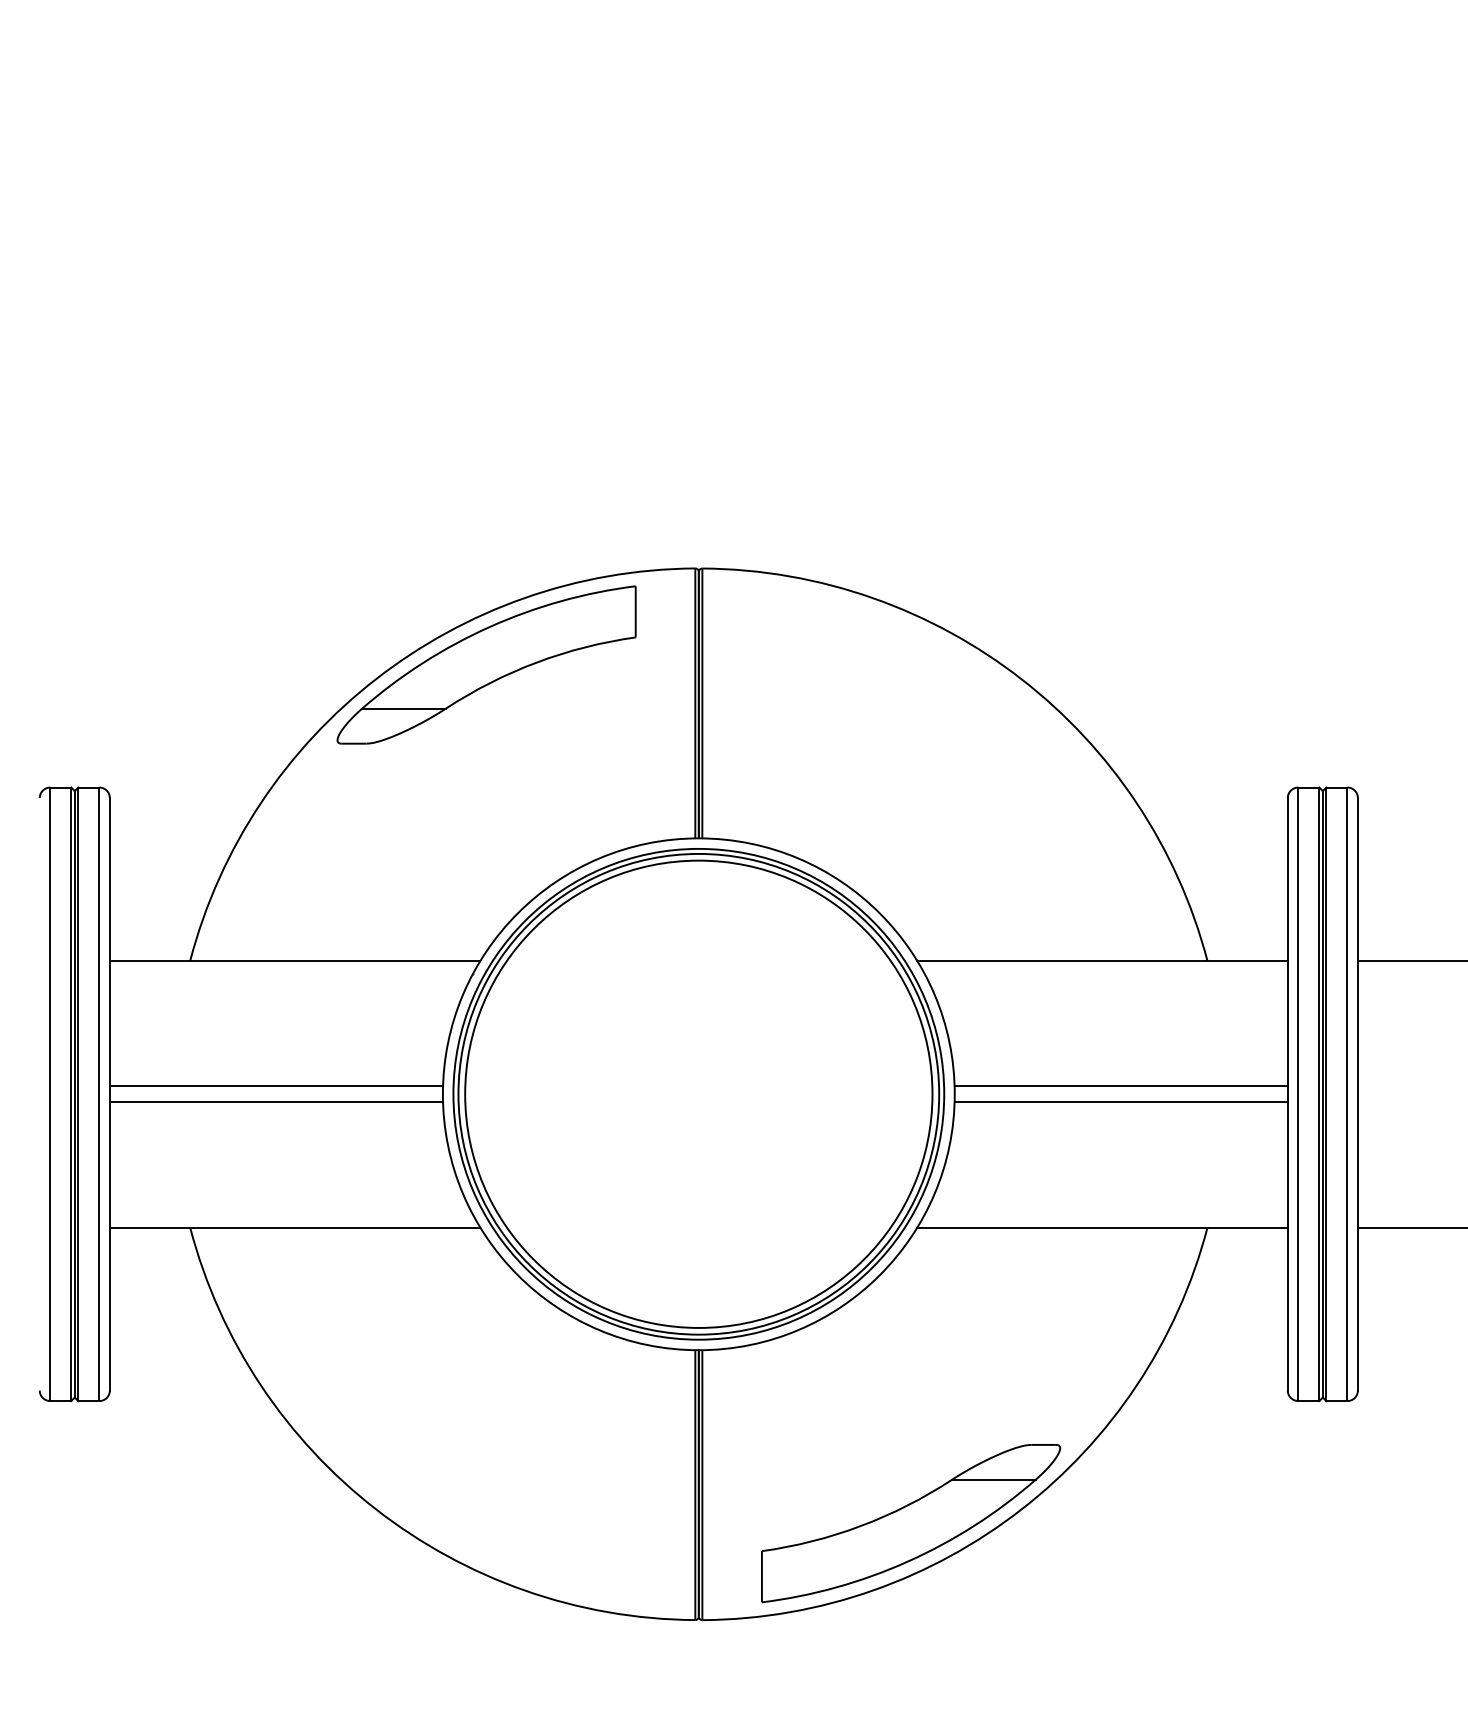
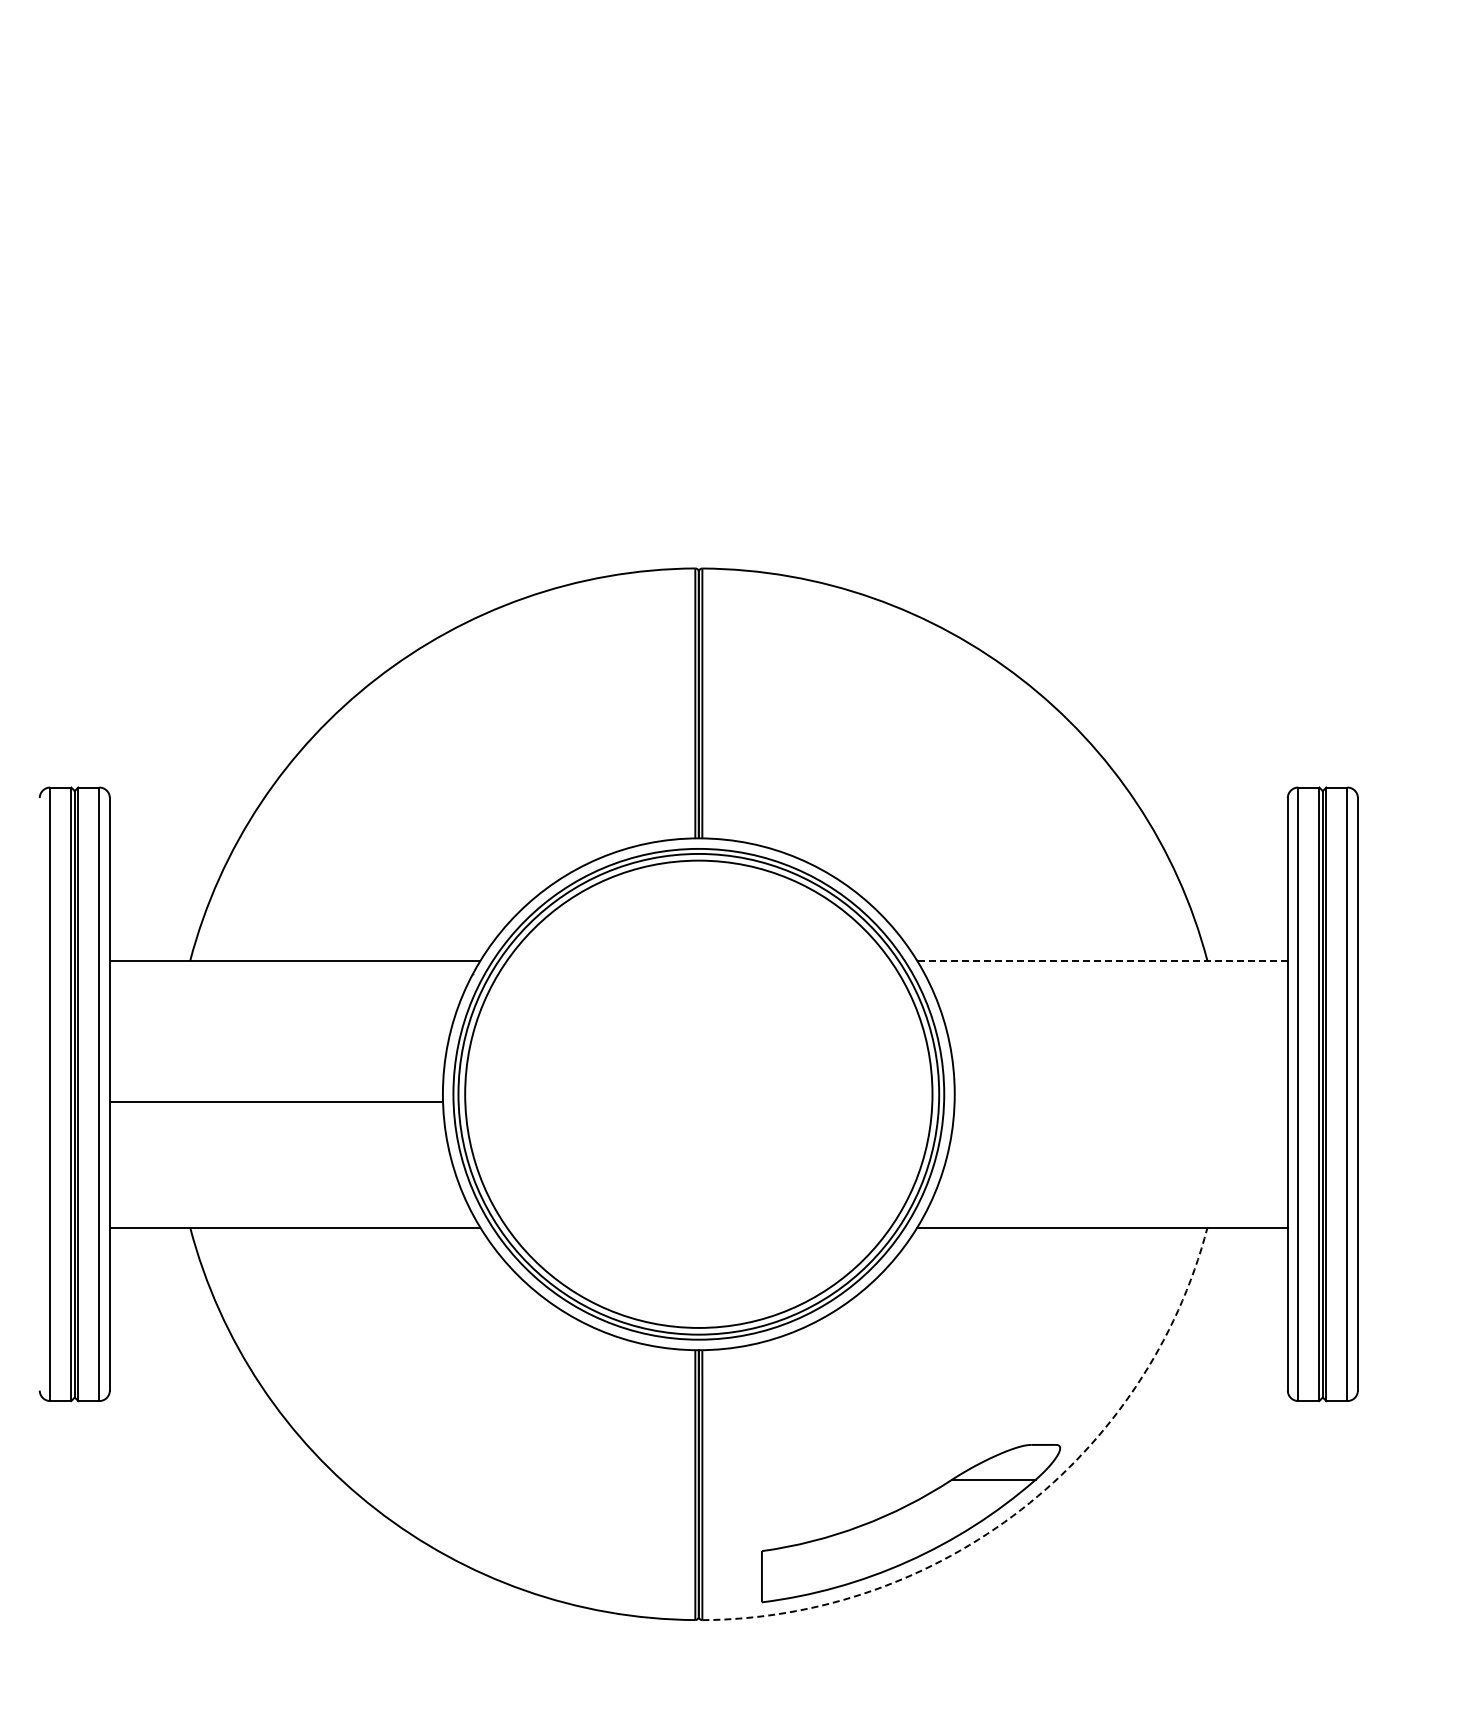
part at (486, 664): present -> none
line at (1102, 961): solid -> dashed
line at (1410, 961): present -> none
line at (276, 1086): present -> none
line at (1120, 1086): present -> none
line at (1120, 1102): present -> none
line at (1410, 1227): present -> none
arc at (1021, 1509): solid -> dashed
